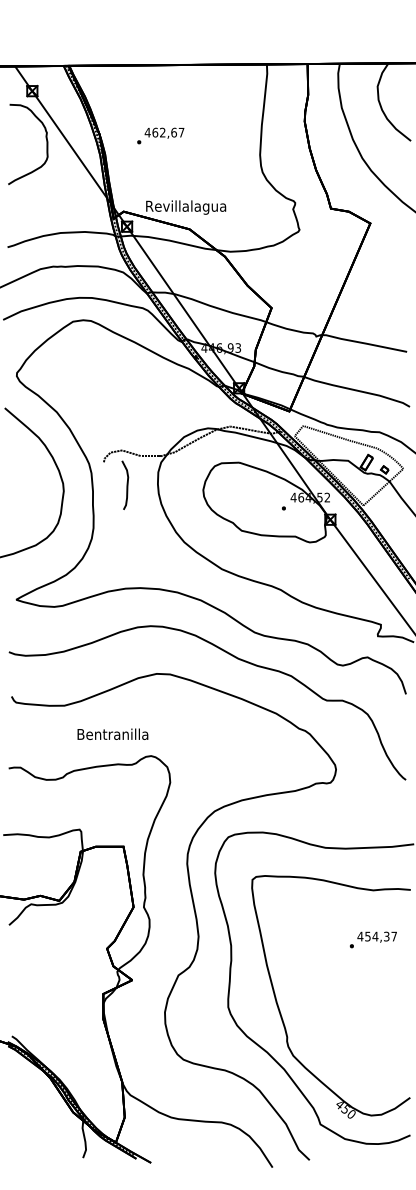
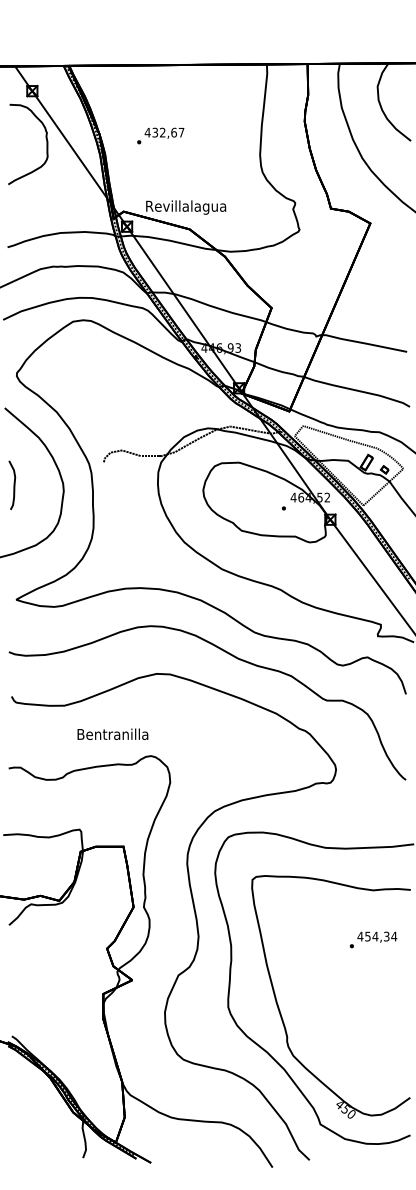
text at (155, 132): 462,67 -> 432,67
curve at (126, 484) position: (126, 484) -> (13, 484)
text at (394, 936): 454,37 -> 454,34
